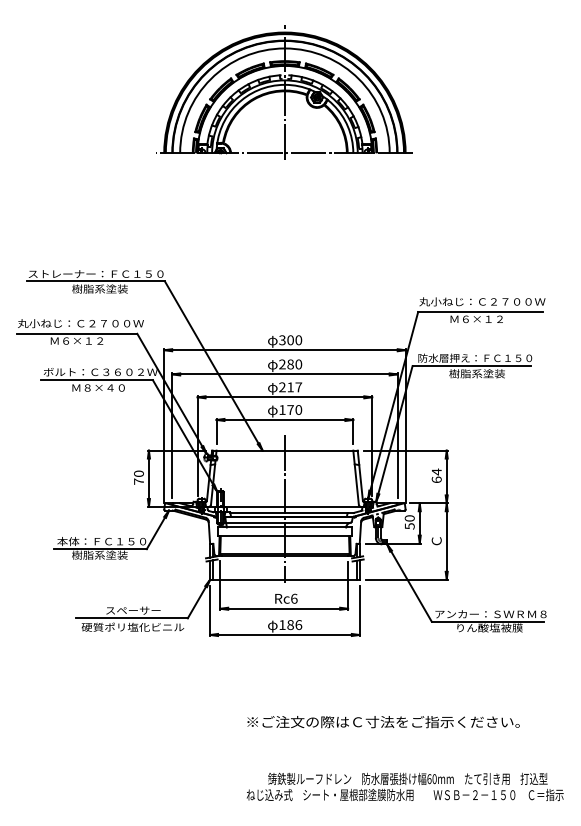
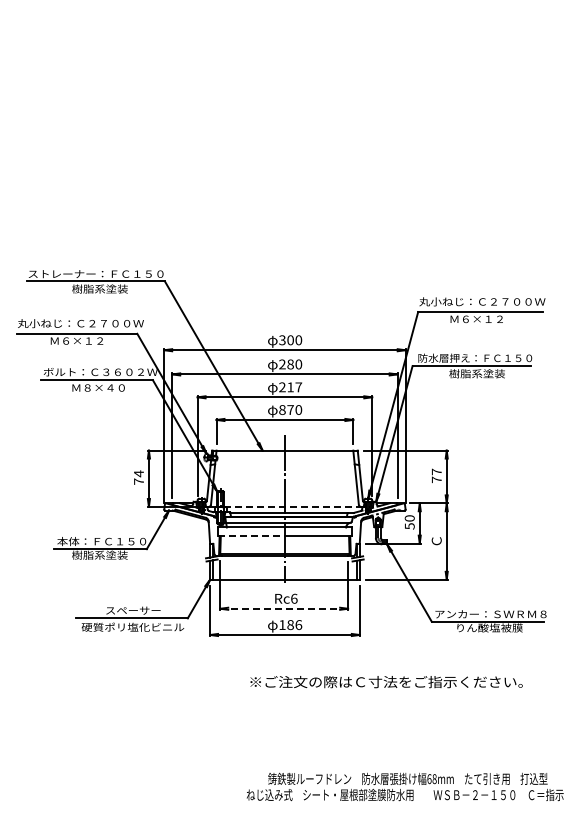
part at (284, 92): present -> none
text at (282, 409): 170 -> 870
text at (138, 473): 70 -> 74
text at (436, 475): 64 -> 77
line at (292, 506): solid -> dashed
line at (251, 536): solid -> dashed
line at (284, 608): solid -> dashed
text at (383, 722) position: (383, 722) -> (386, 682)
text at (434, 779): 60mm -> 68mm
